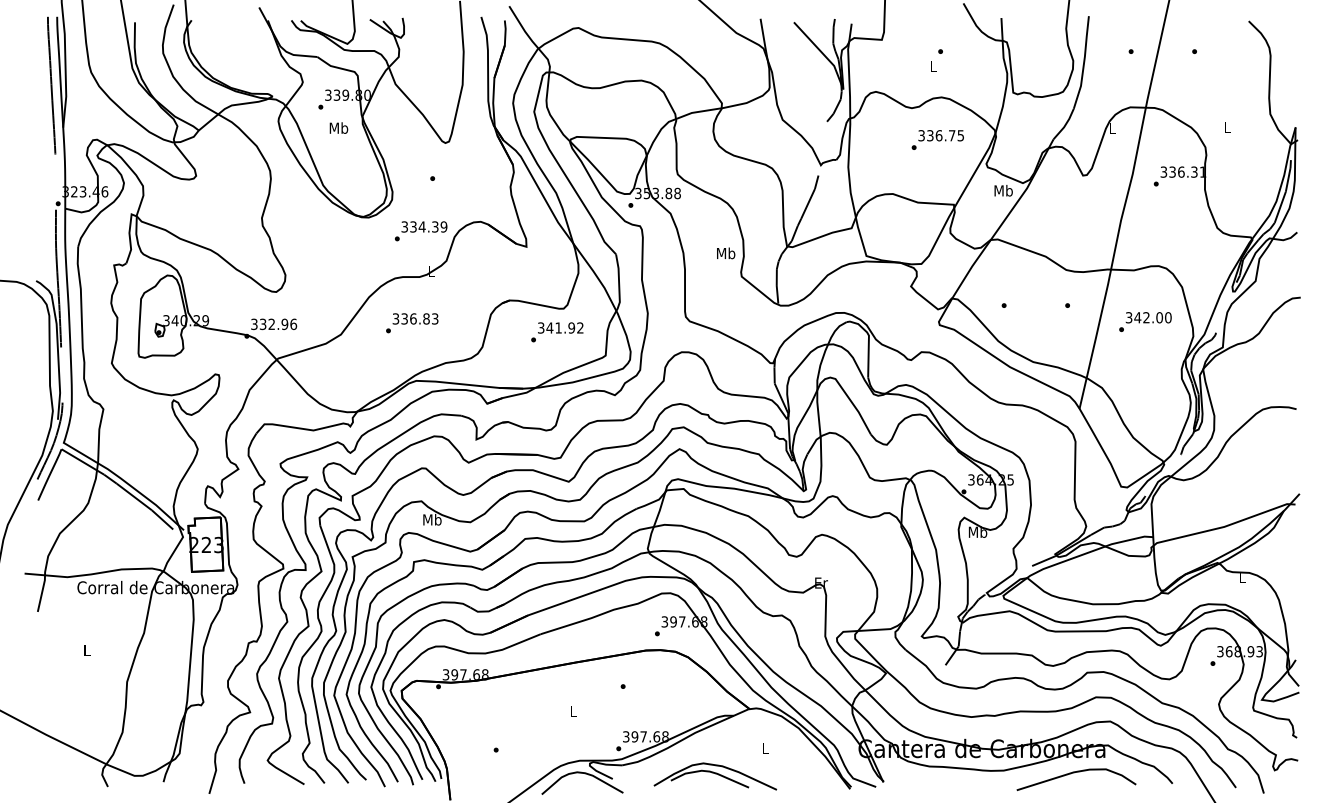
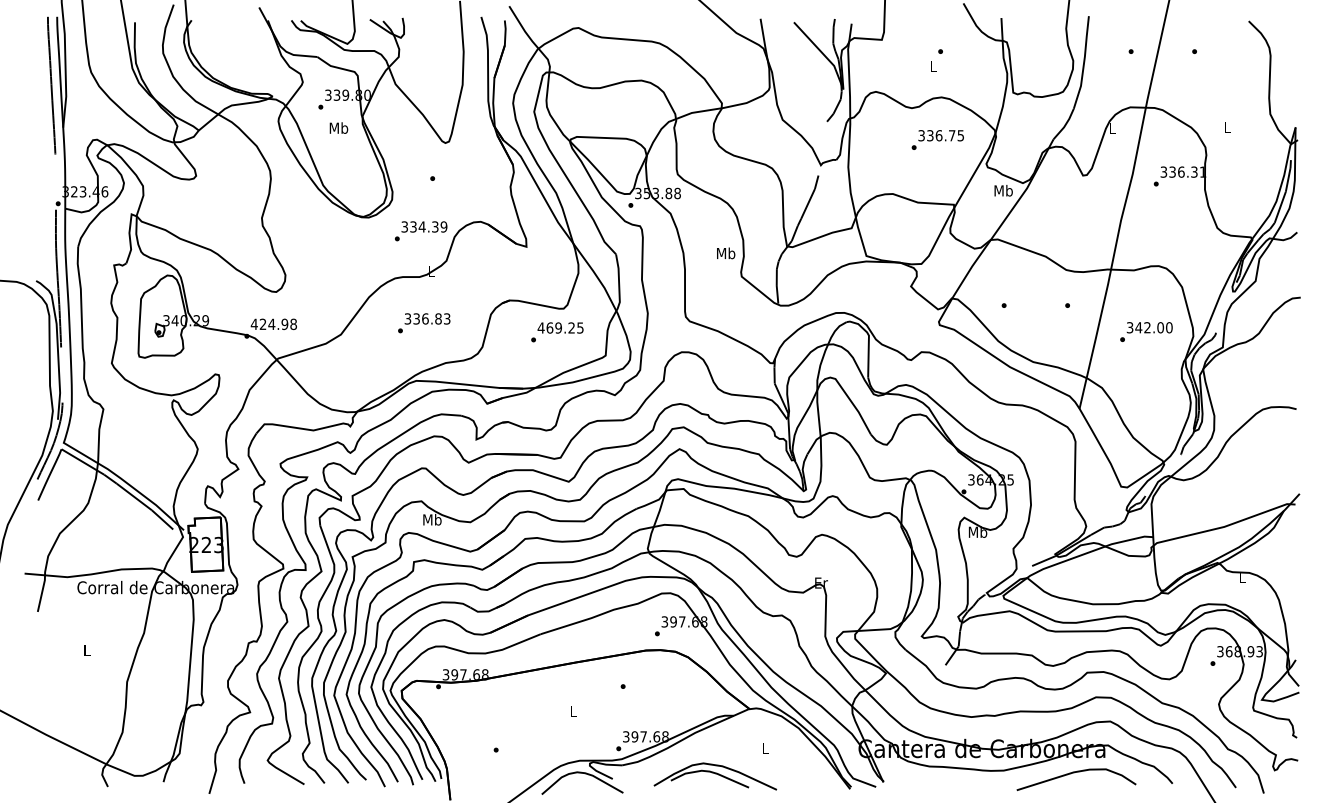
text at (1145, 321) position: (1145, 321) -> (1146, 331)
text at (412, 323) position: (412, 323) -> (424, 323)
text at (273, 324): 332.96 -> 424.98
text at (560, 327): 341.92 -> 469.25
